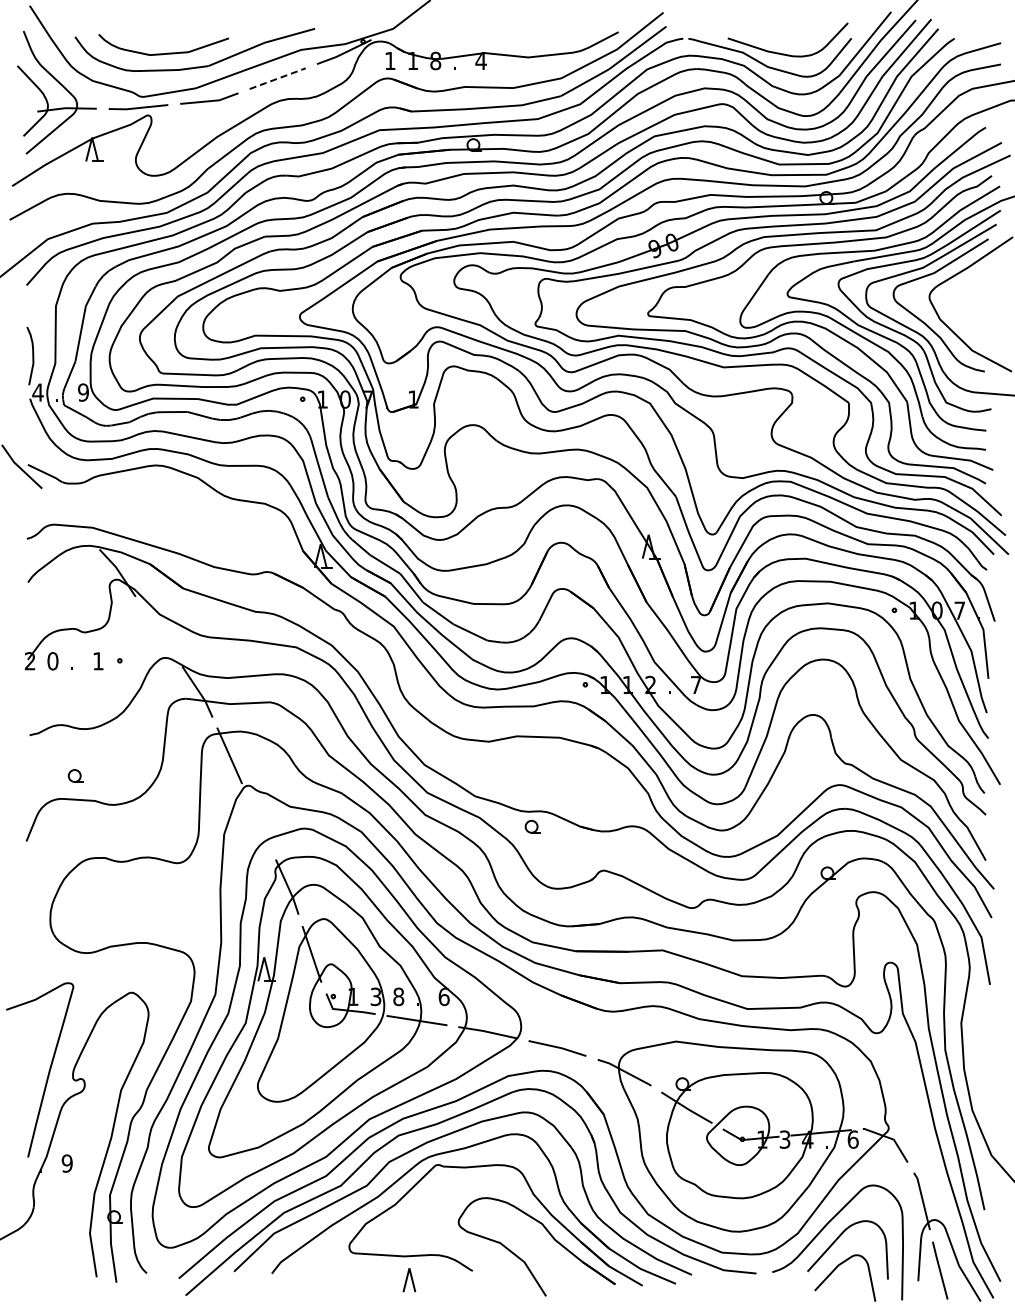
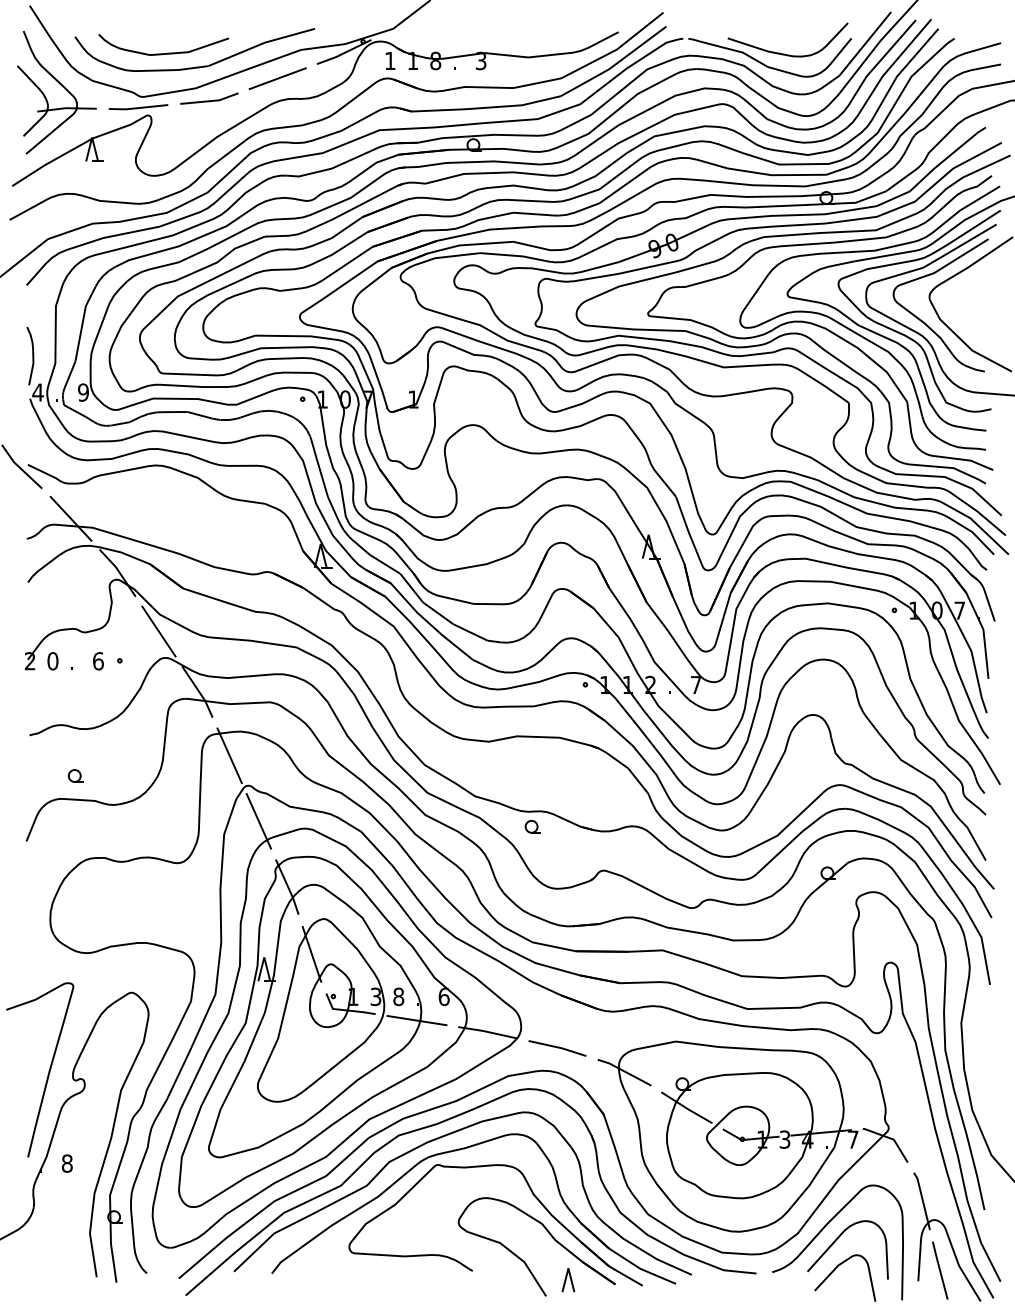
text at (480, 60): 4 -> 3
line at (277, 78): dashed -> solid
line at (70, 518): none -> present
line at (158, 631): none -> present
text at (98, 661): 1 -> 6
line at (258, 821): none -> present
text at (852, 1139): 6 -> 7
text at (66, 1163): 9 -> 8
line at (407, 1280) position: (407, 1280) -> (566, 1280)
